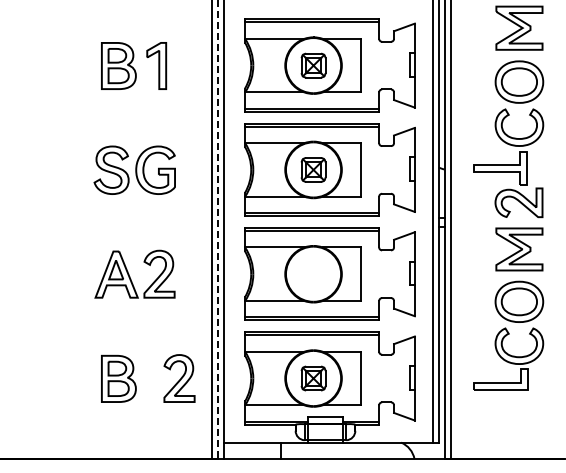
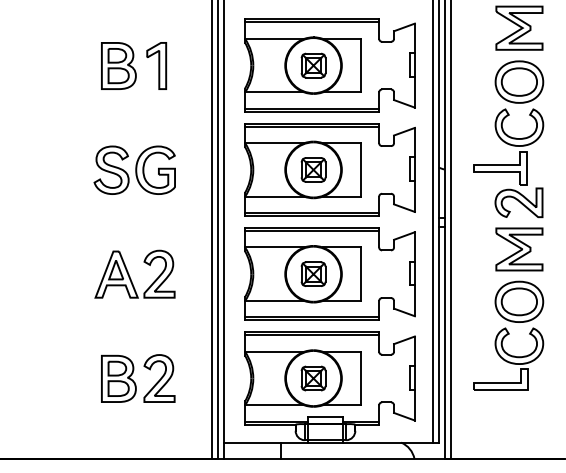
line at (218, 230): dashed -> solid
part at (313, 273): none -> present
part at (179, 378) position: (179, 378) -> (159, 378)
